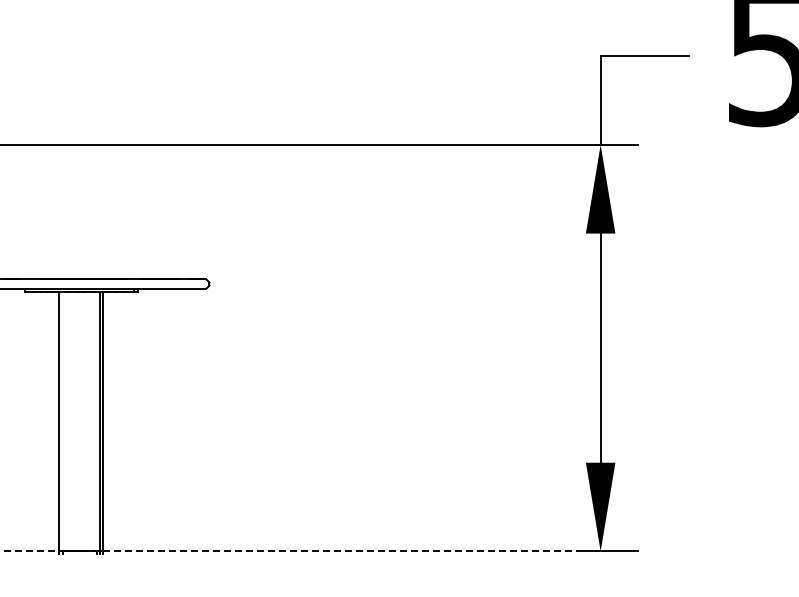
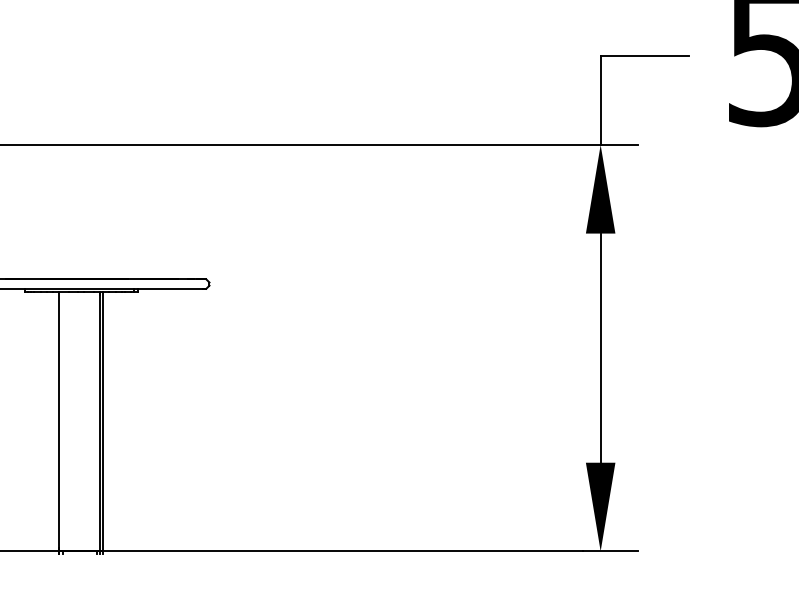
line at (291, 551): dashed -> solid
